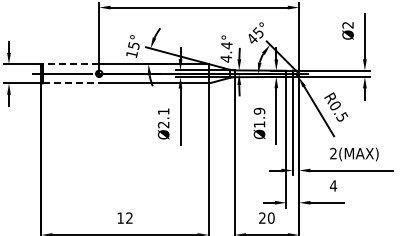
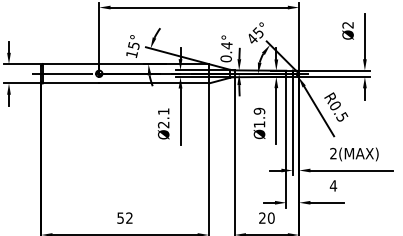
text at (225, 58): 4.4° -> 0.4°
line at (70, 64): dashed -> solid
line at (71, 83): dashed -> solid
text at (120, 217): 12 -> 52
